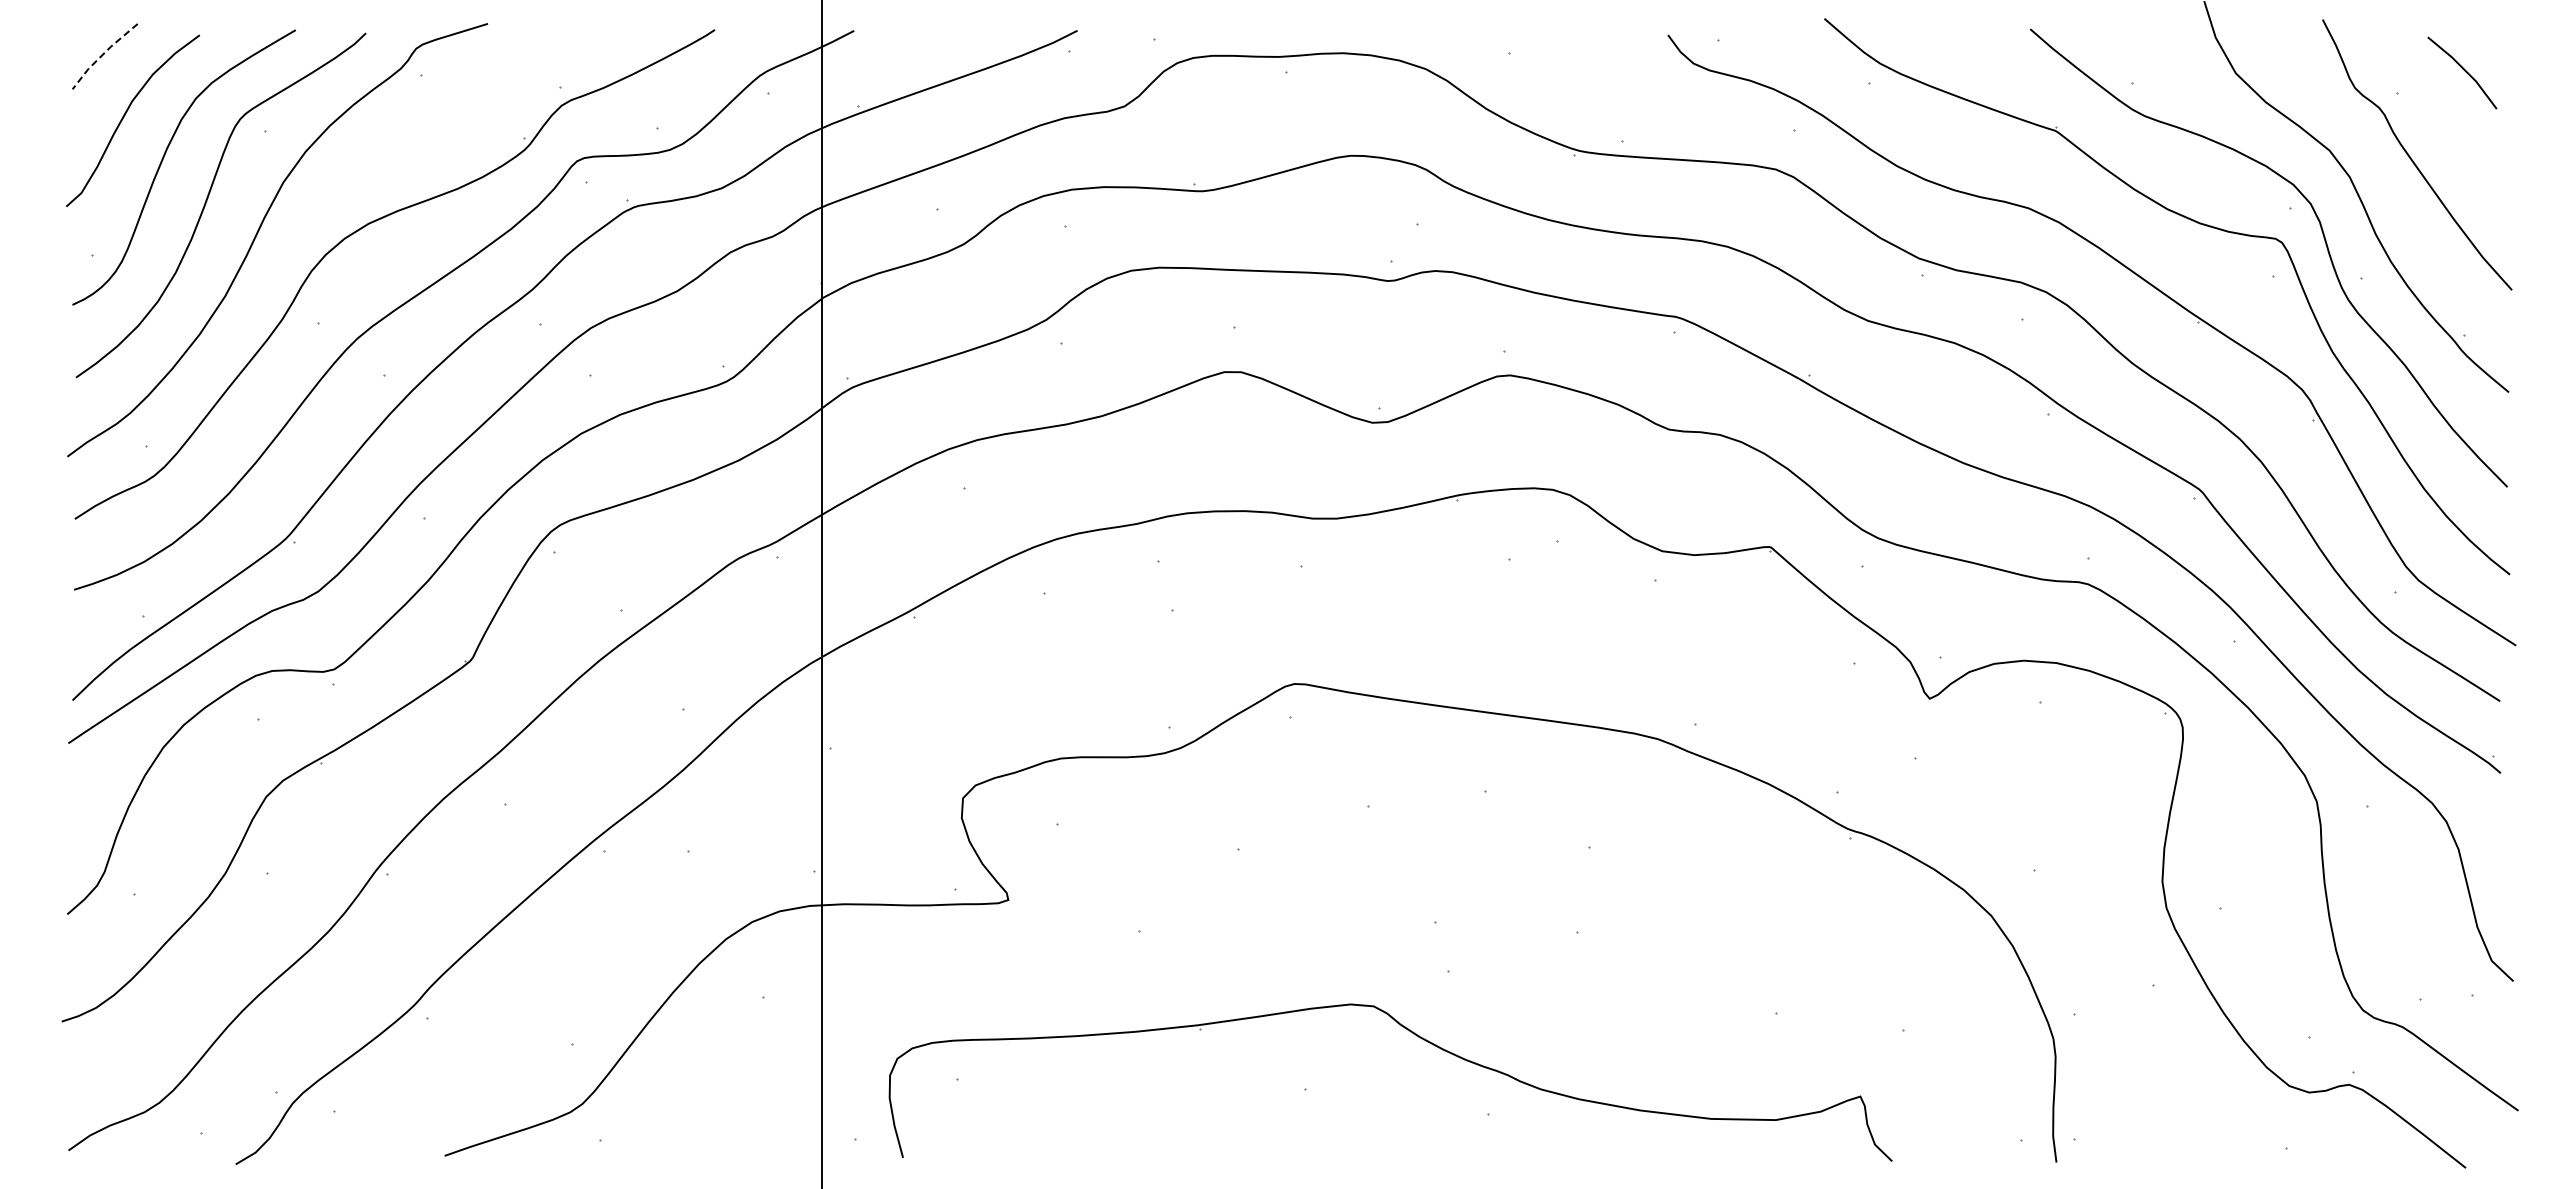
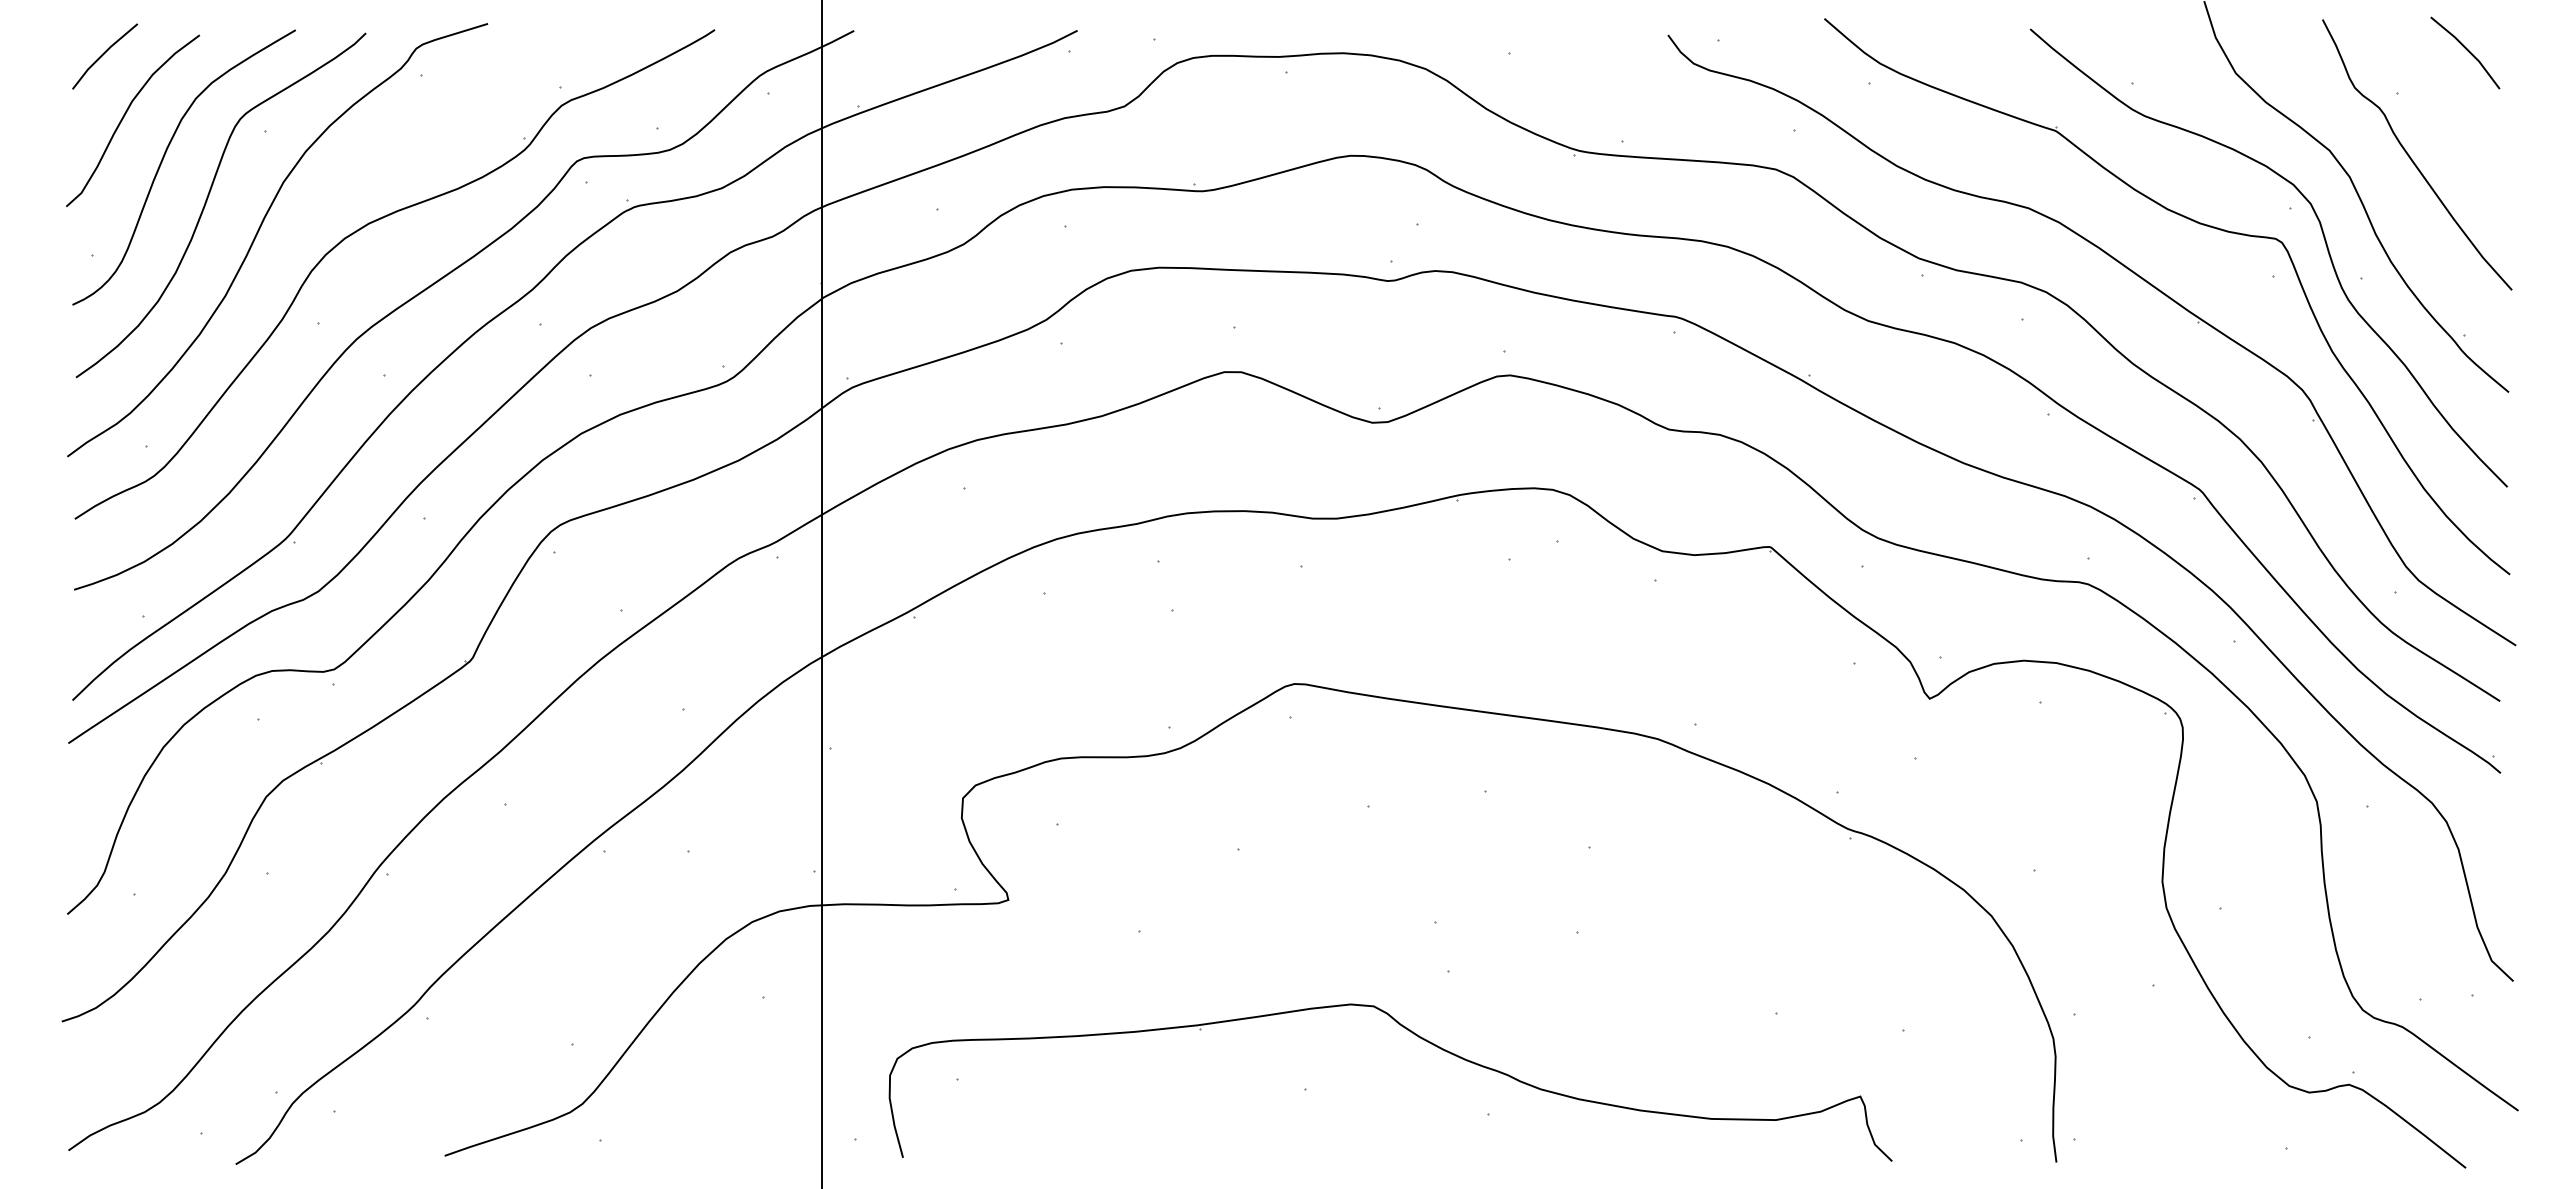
line at (102, 55): dashed -> solid
line at (2463, 70) position: (2463, 70) -> (2466, 50)
